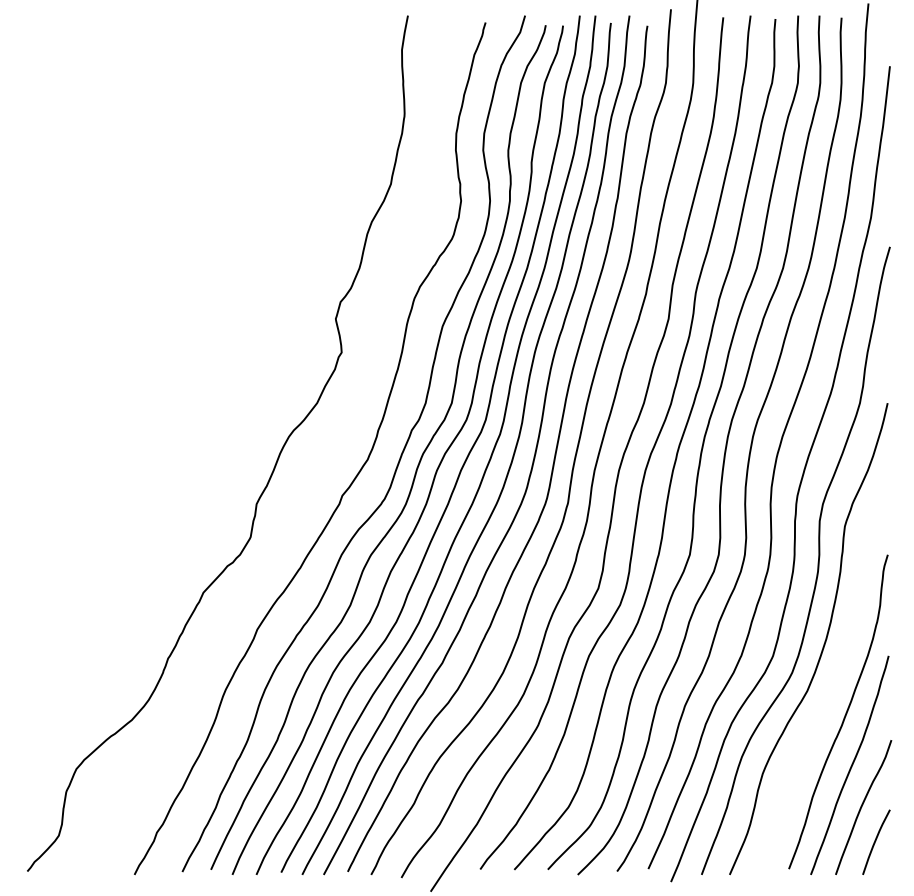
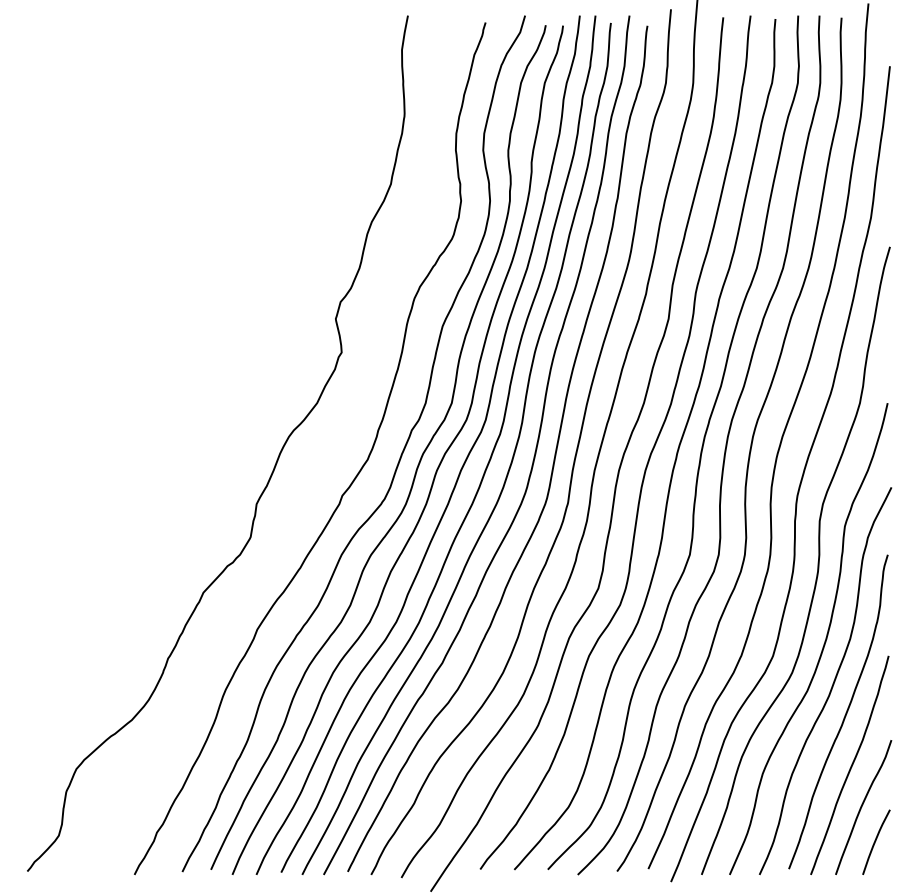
curve at (832, 683): none -> present
